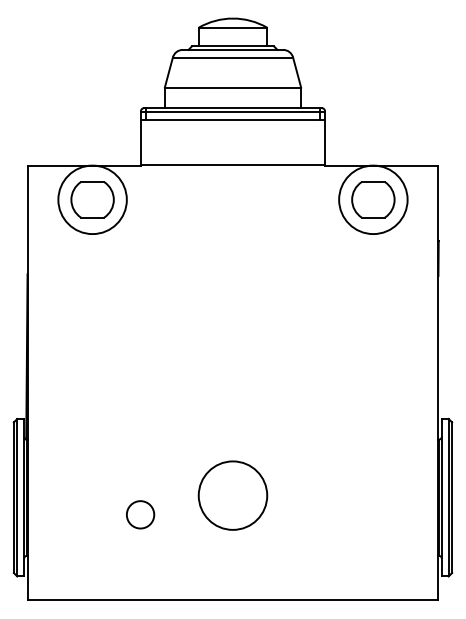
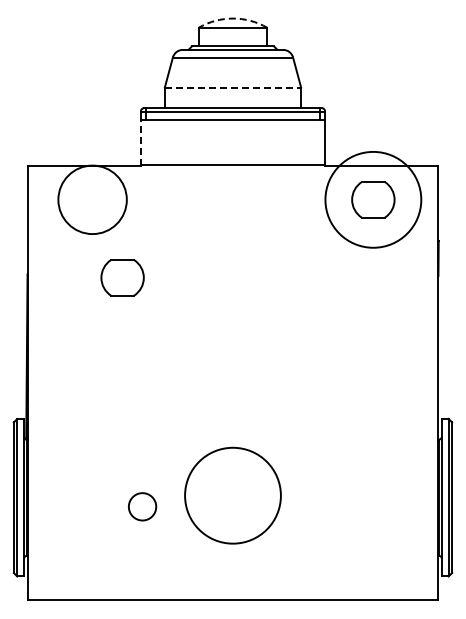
arc at (232, 18): solid -> dashed
line at (233, 87): solid -> dashed
line at (140, 143): solid -> dashed
part at (92, 199) position: (92, 199) -> (122, 277)
circle at (373, 199) diameter: 68 px -> 96 px
circle at (232, 495) size: 72x71 px -> 98x99 px
circle at (140, 514) position: (140, 514) -> (142, 506)
